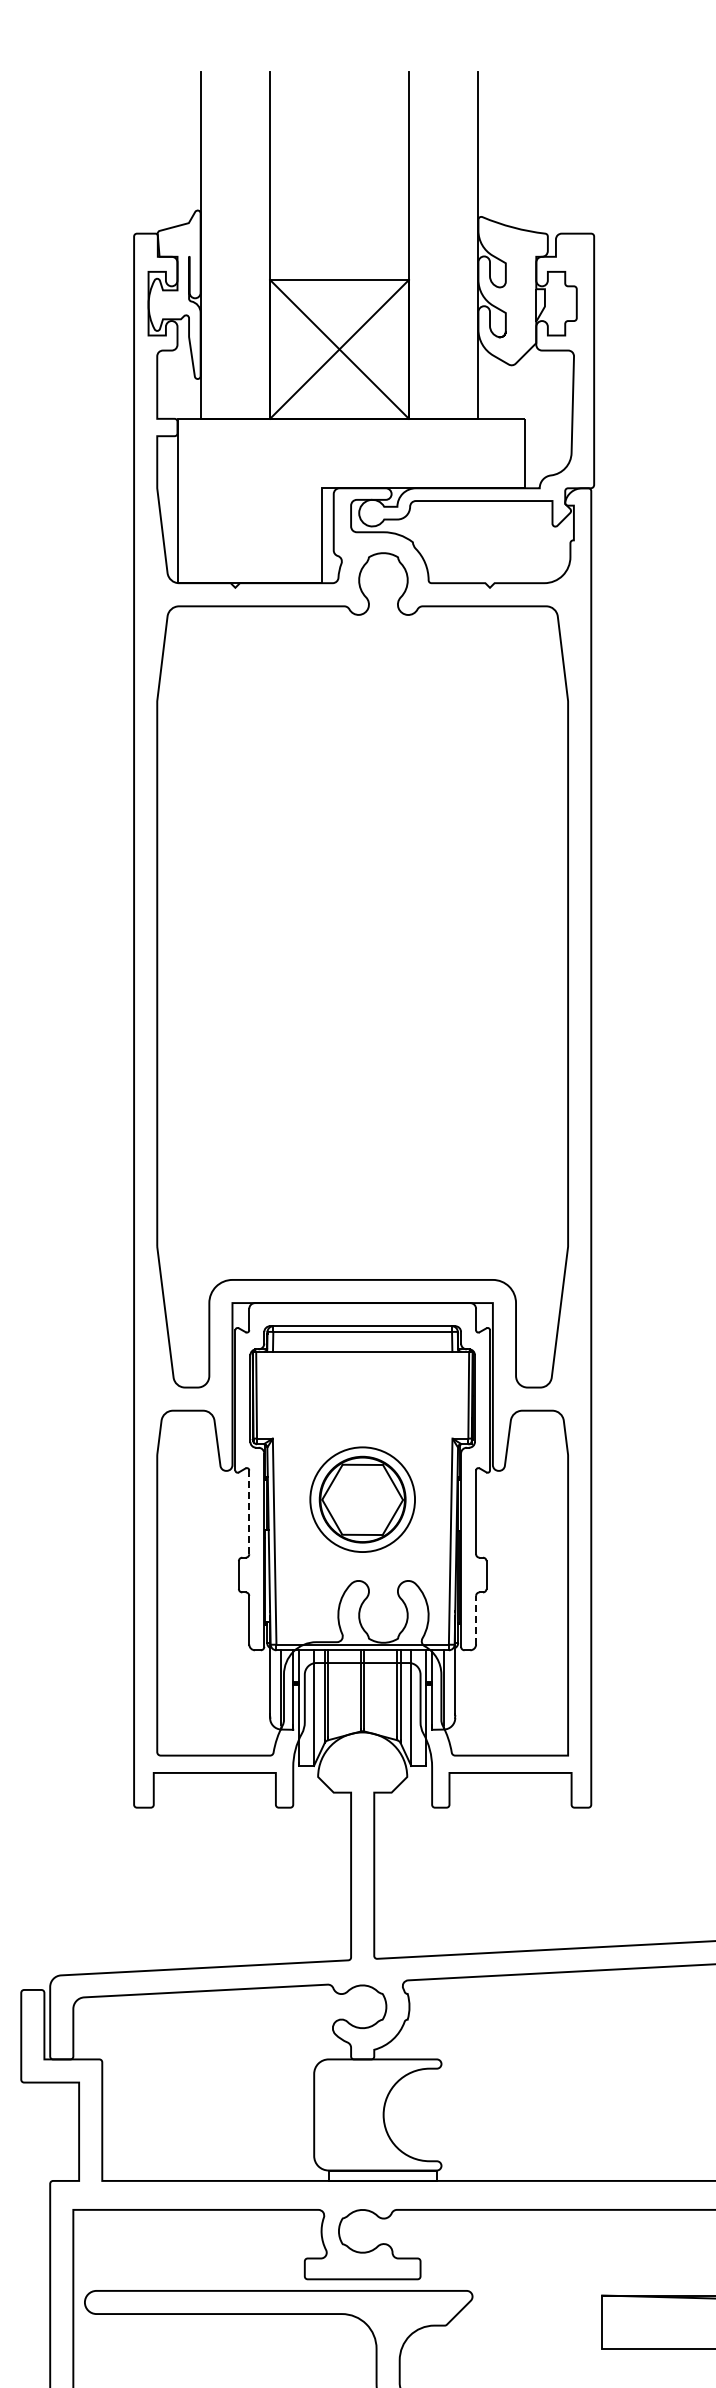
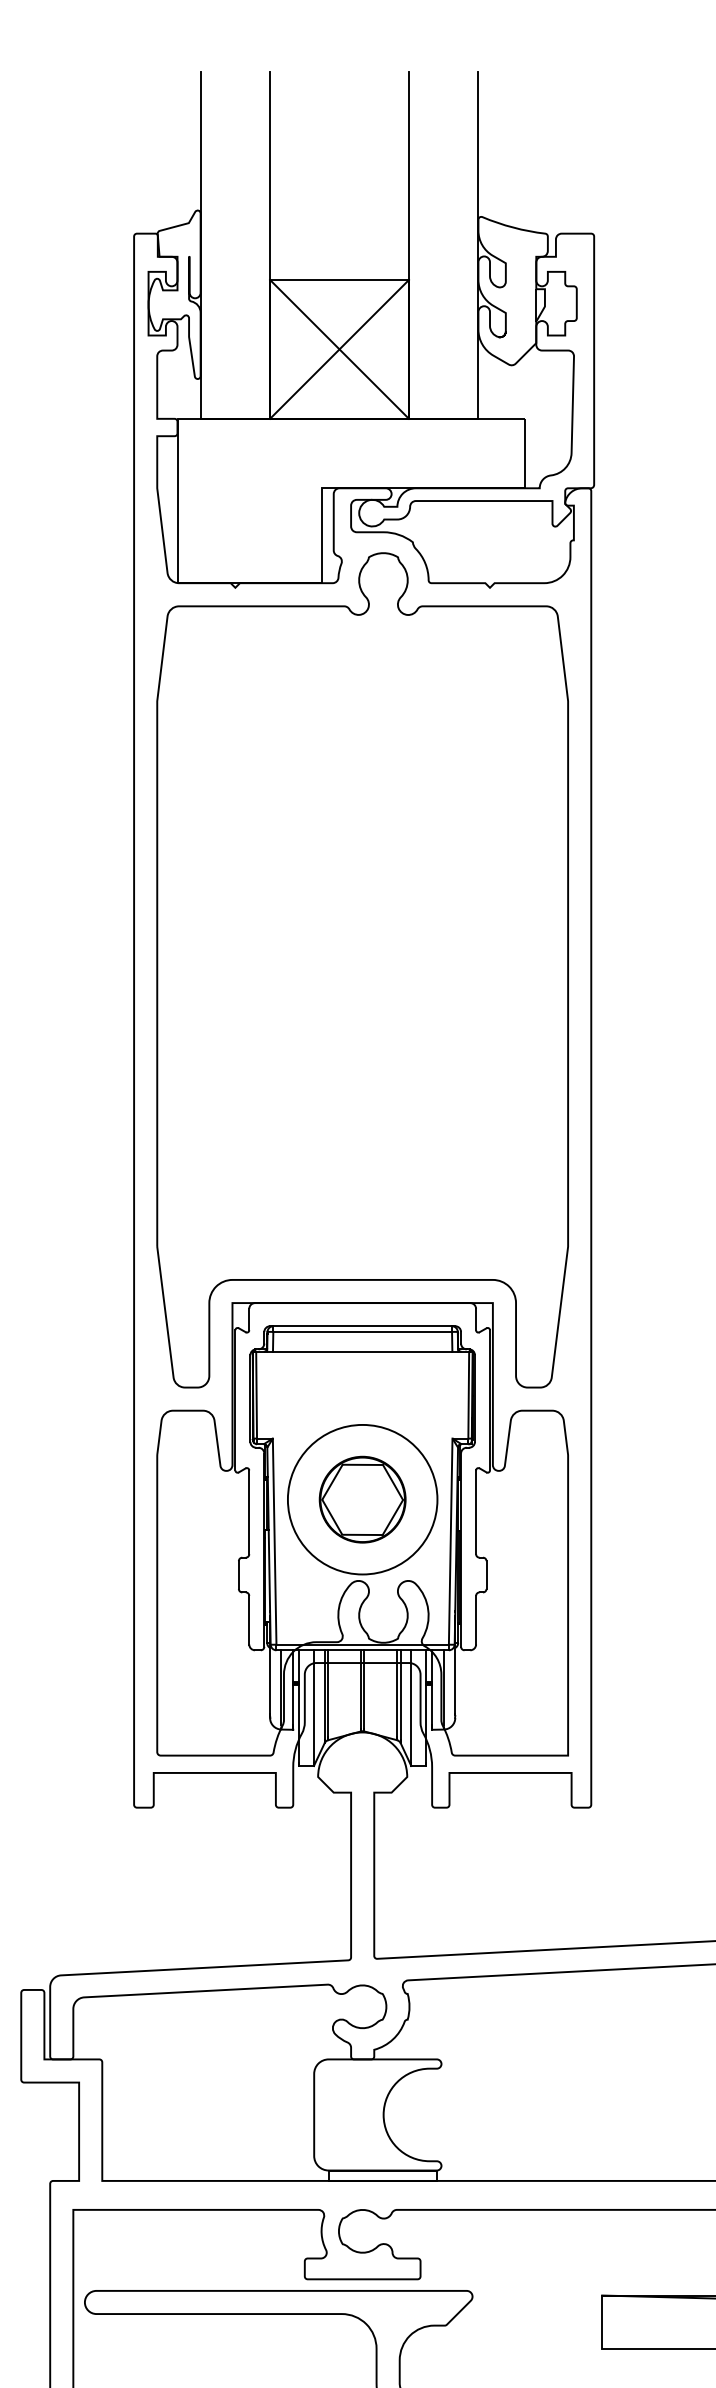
circle at (362, 1499) diameter: 105 px -> 150 px
line at (249, 1512): dashed -> solid
line at (476, 1619): dashed -> solid
